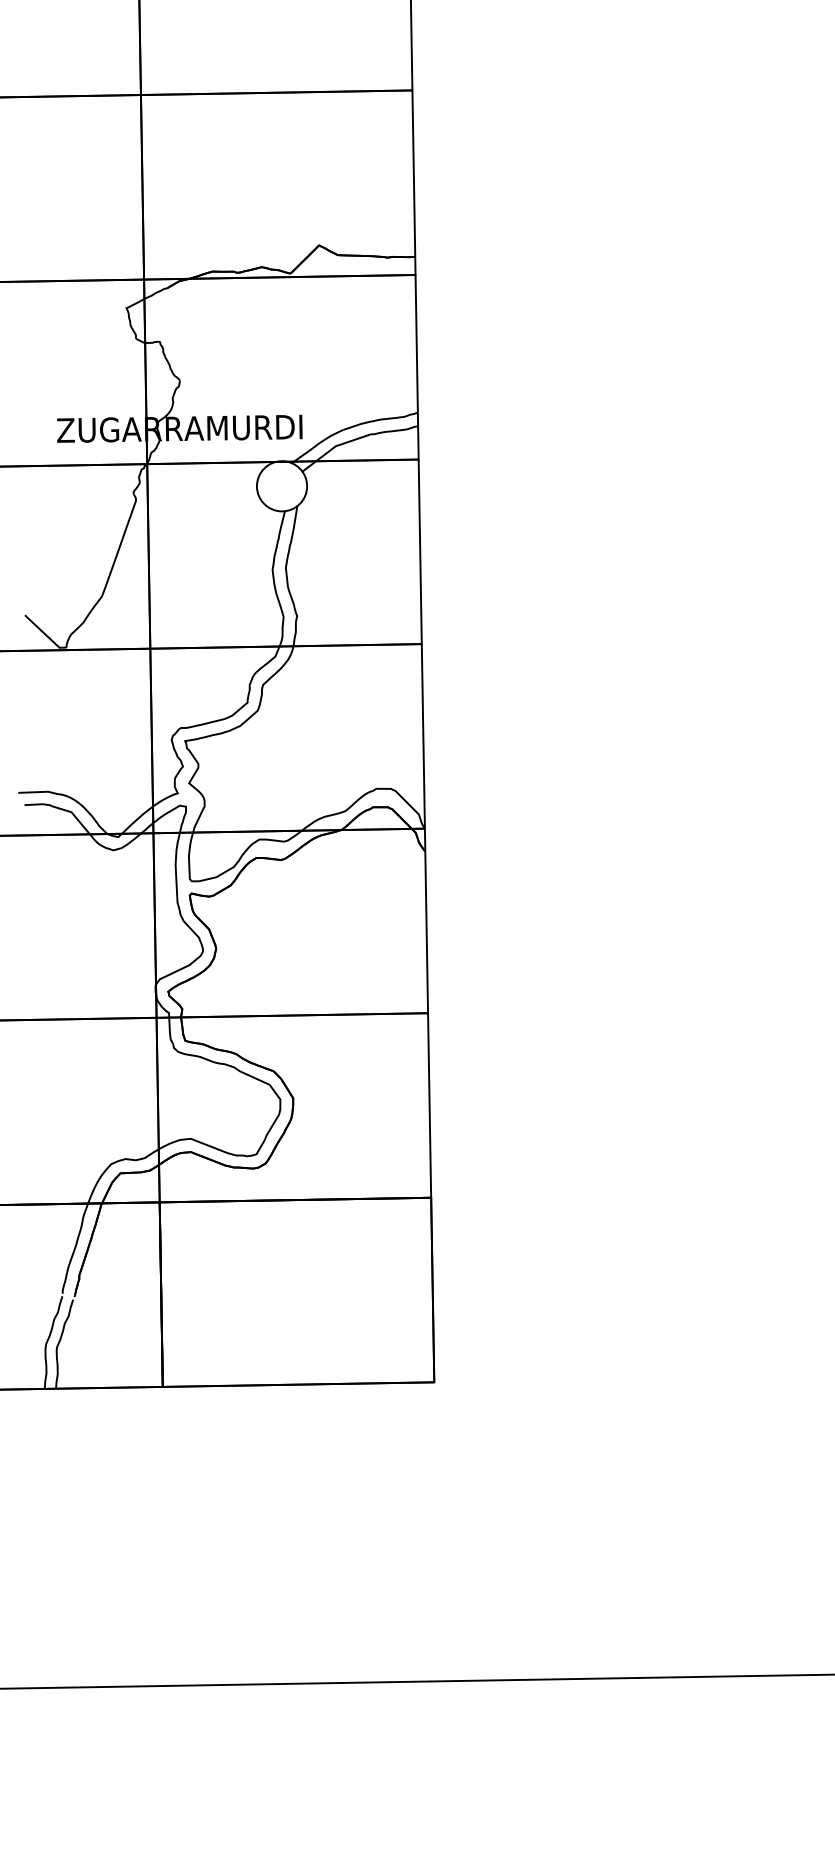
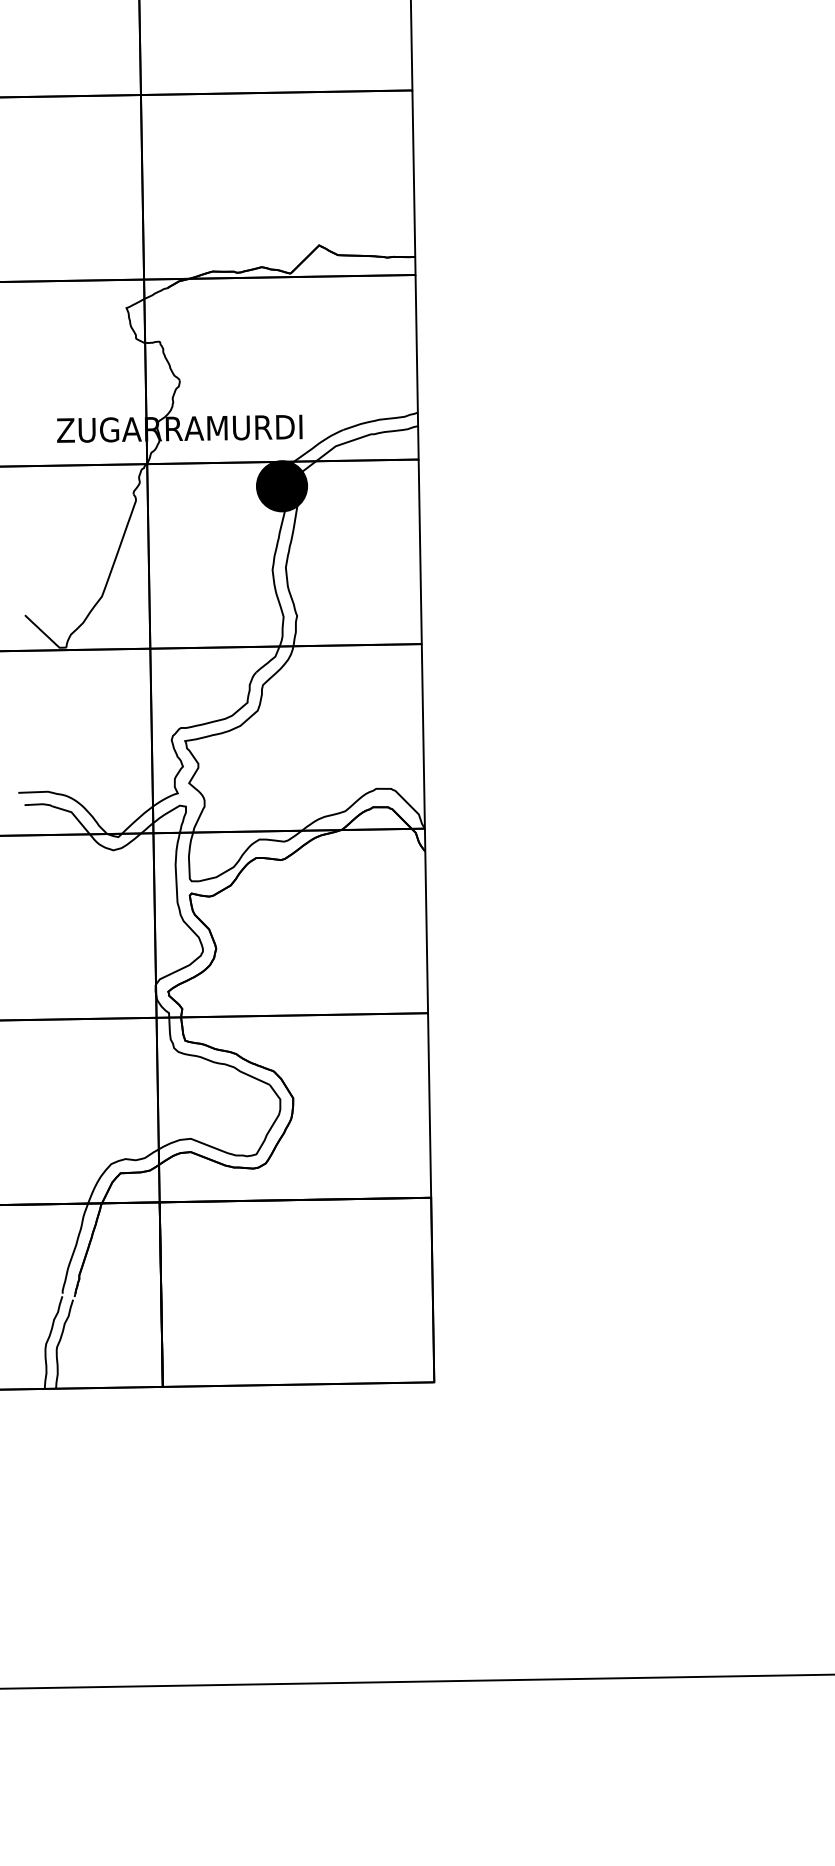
fill at (281, 486): none -> present
fill at (281, 486): none -> present
